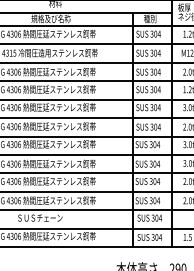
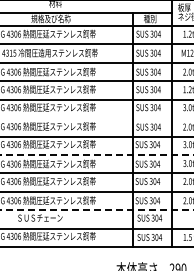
line at (96, 118): present -> none
line at (97, 155): solid -> dashed
line at (97, 210): solid -> dashed
